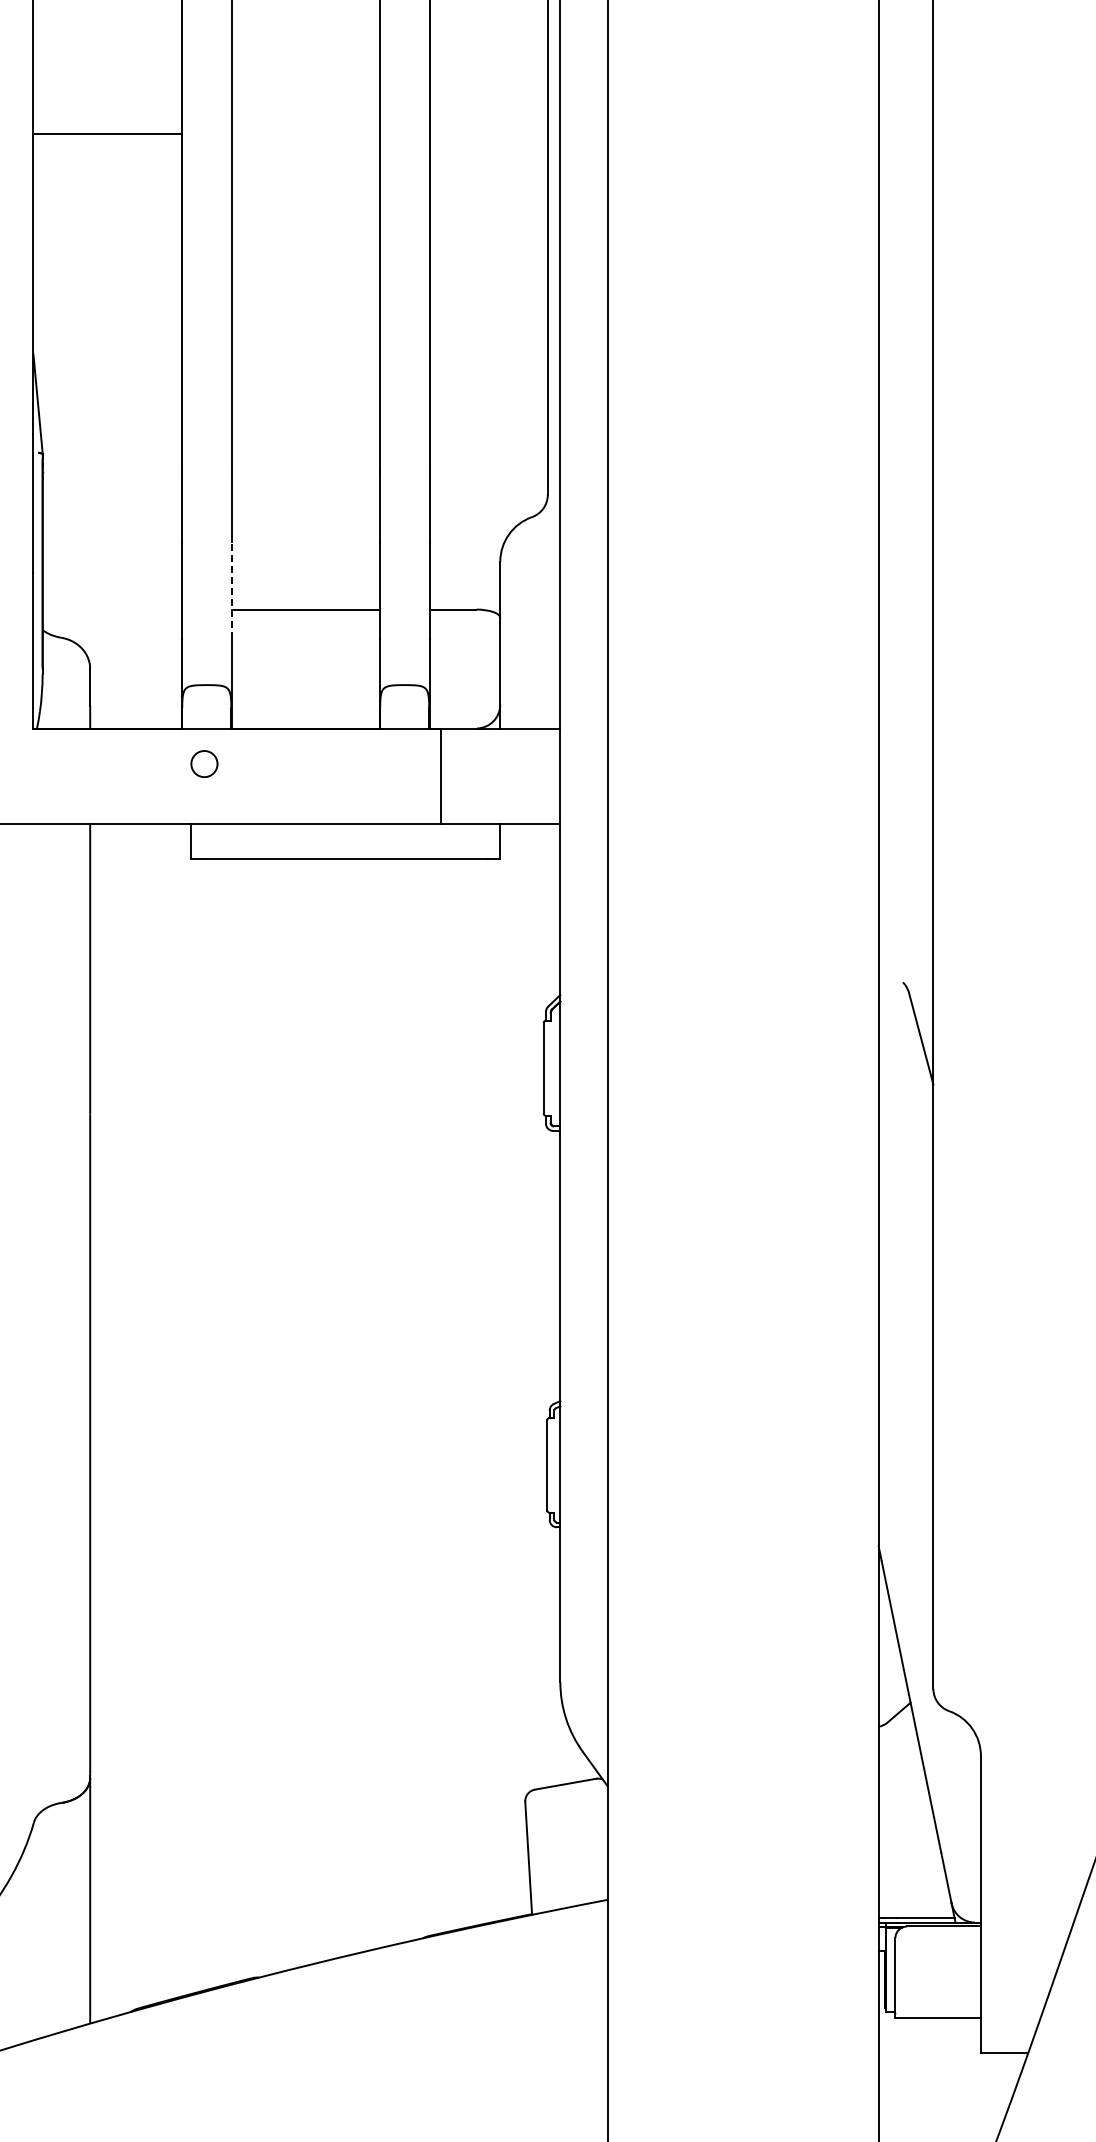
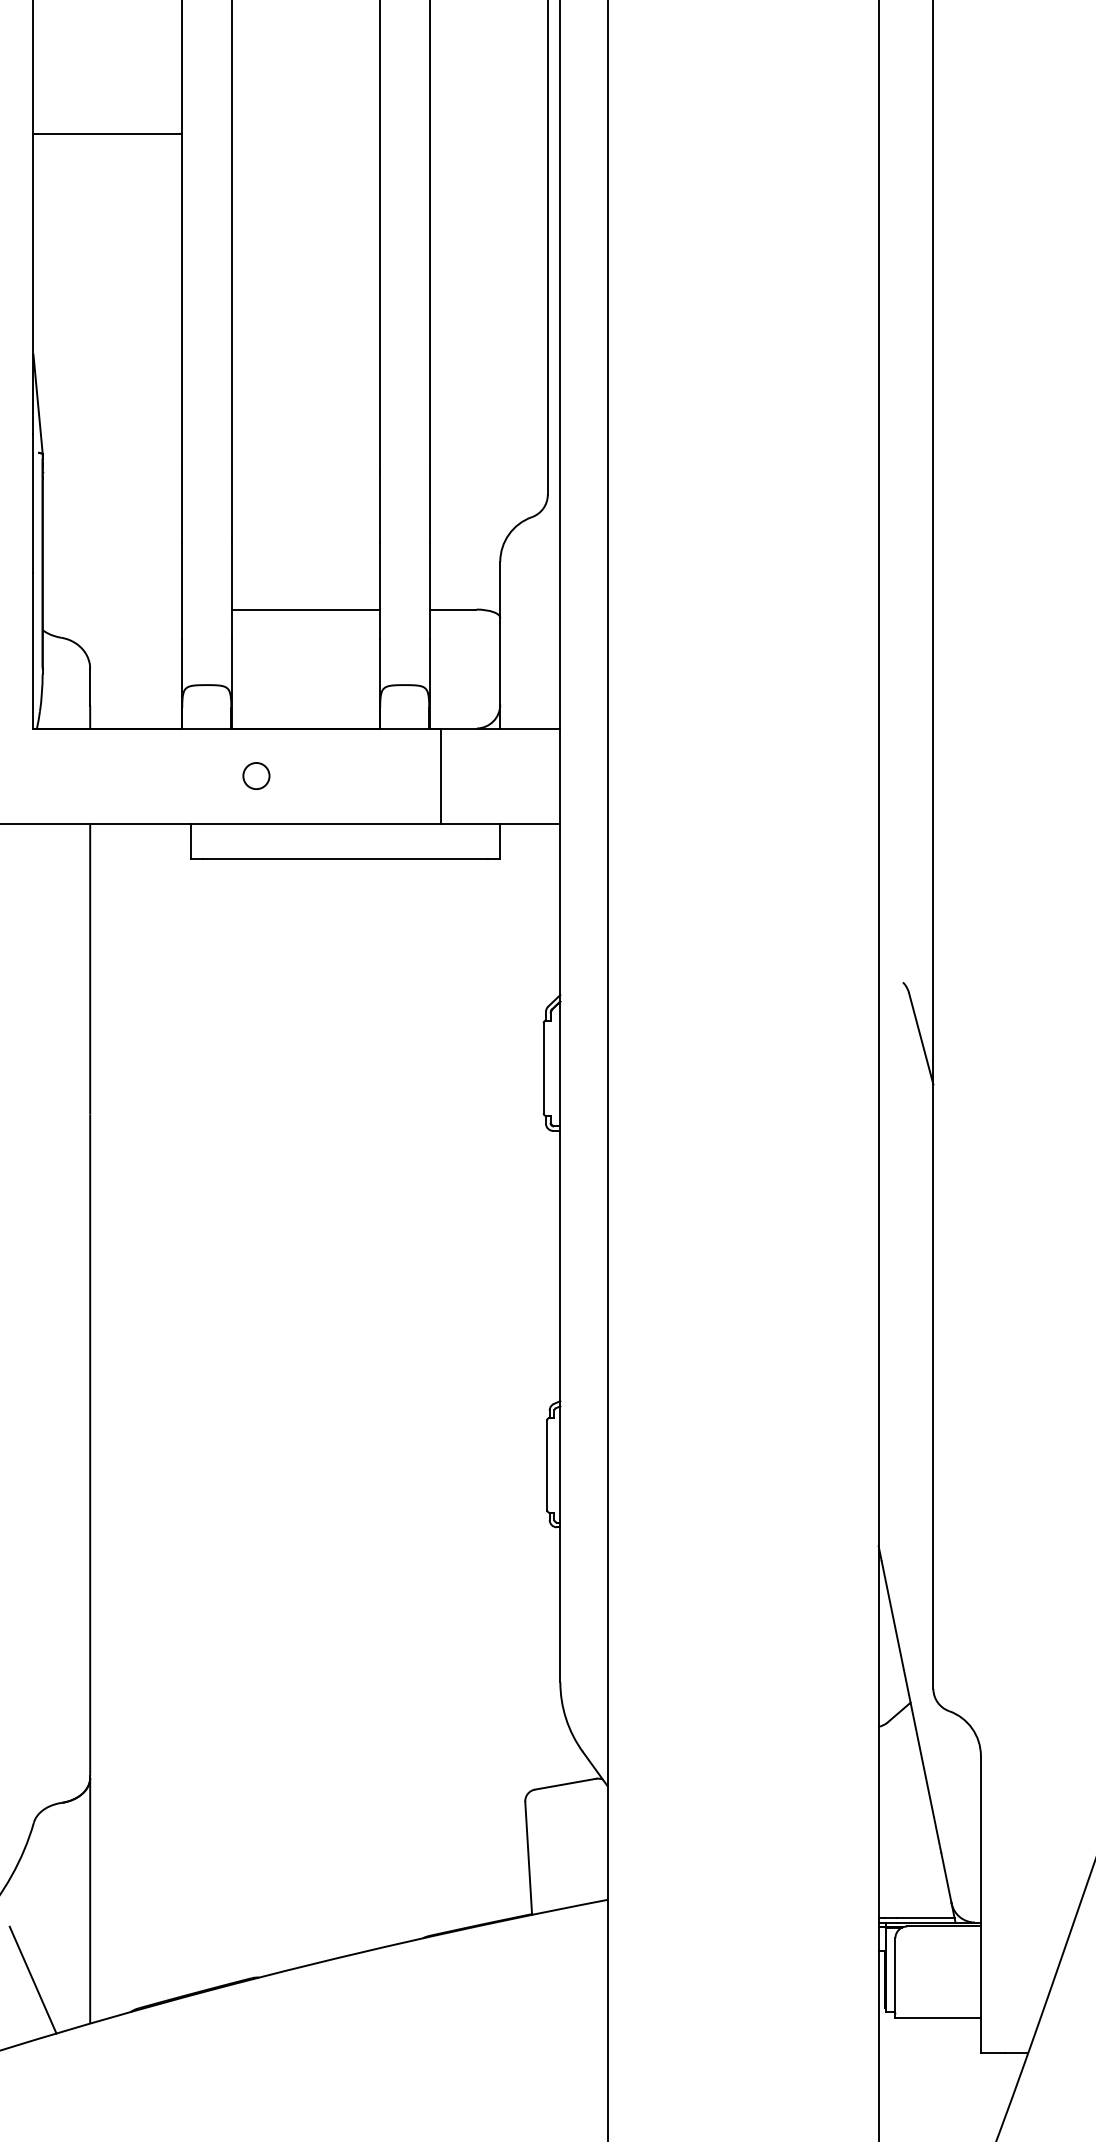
line at (231, 590): dashed -> solid
circle at (204, 763) position: (204, 763) -> (256, 775)
line at (32, 1979): none -> present
